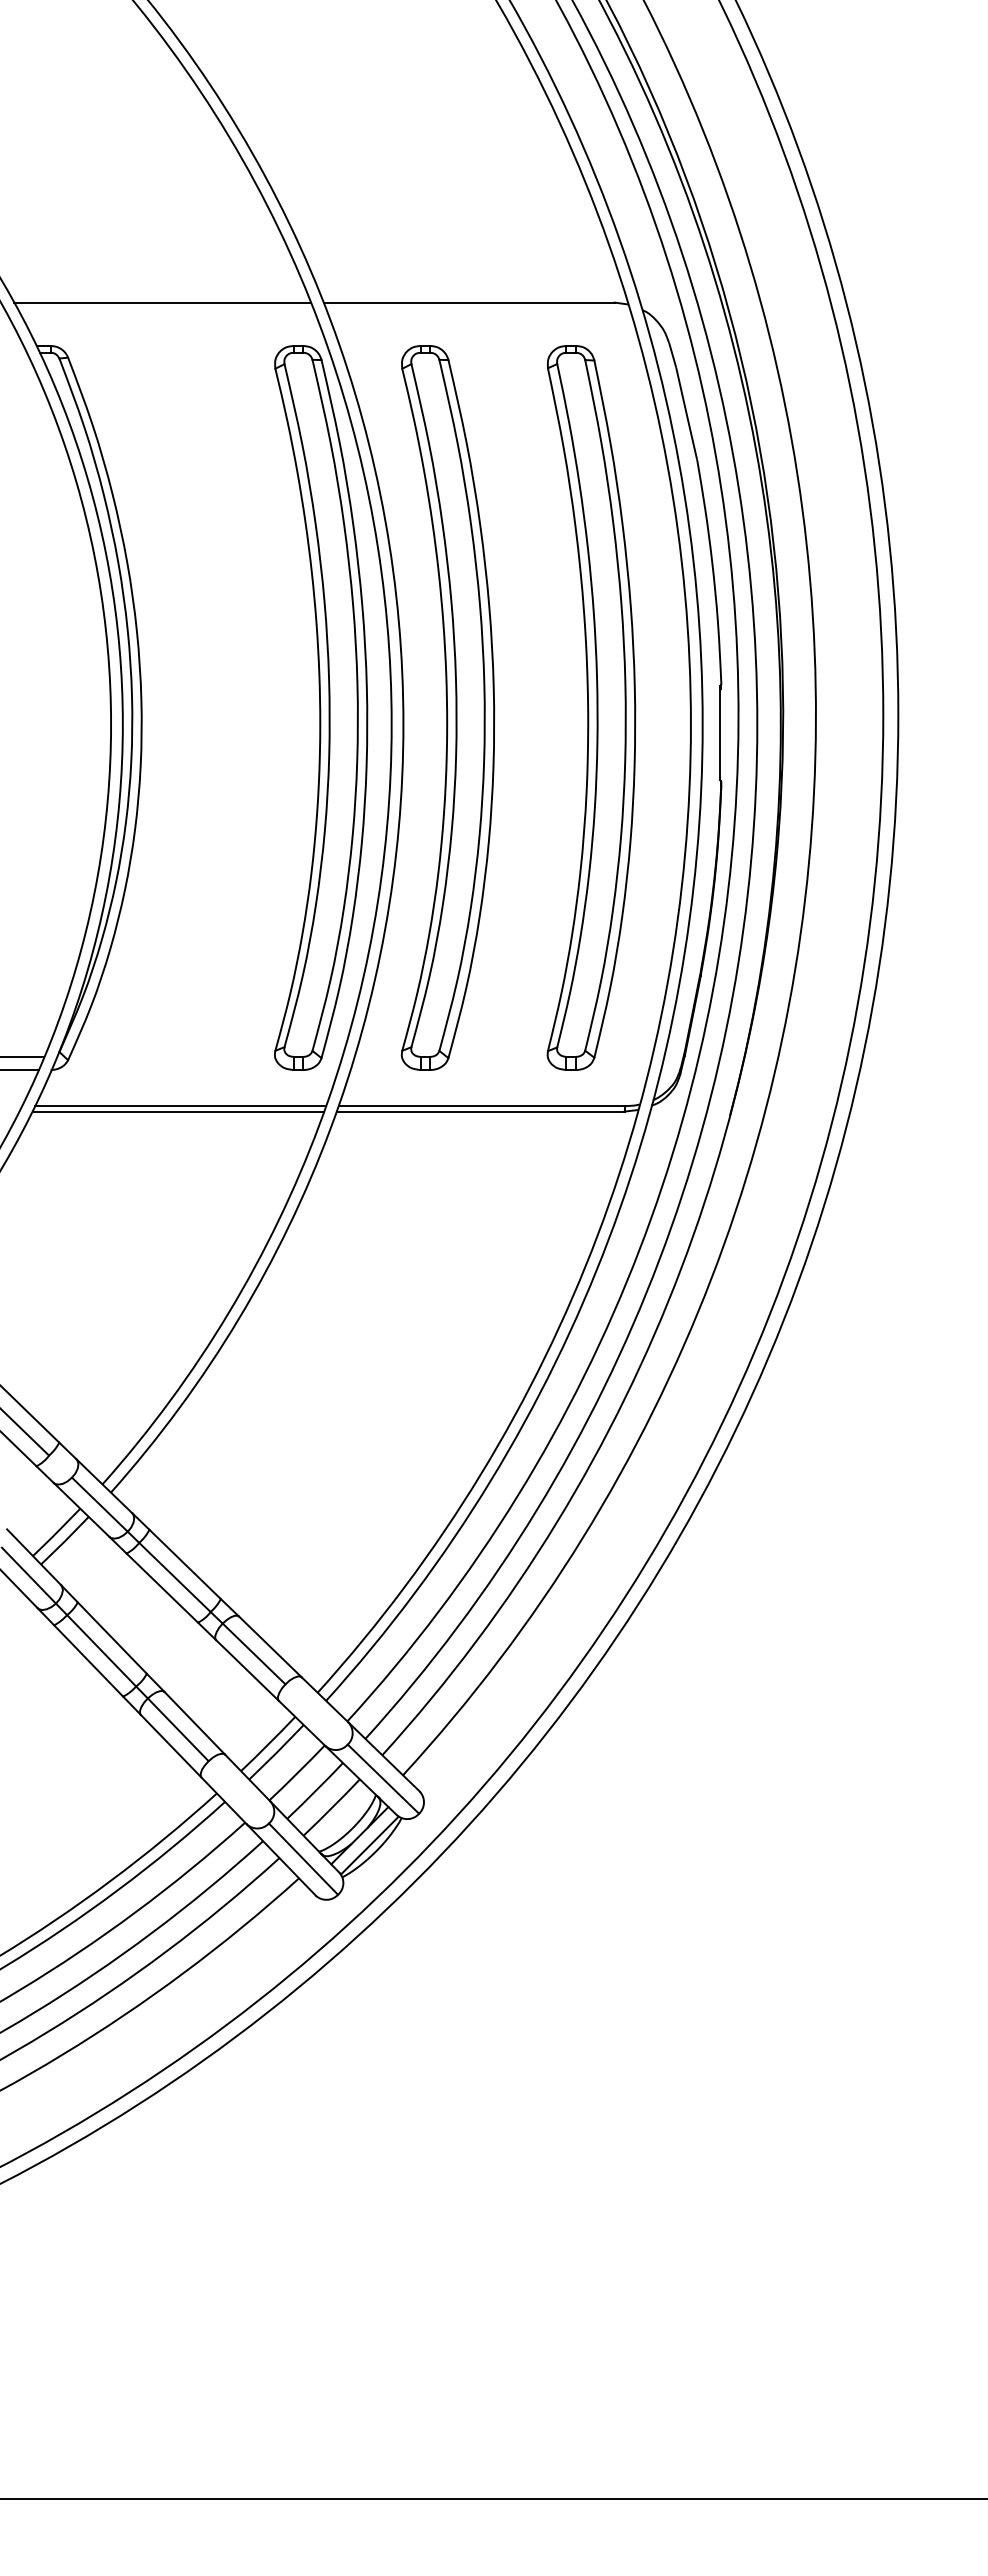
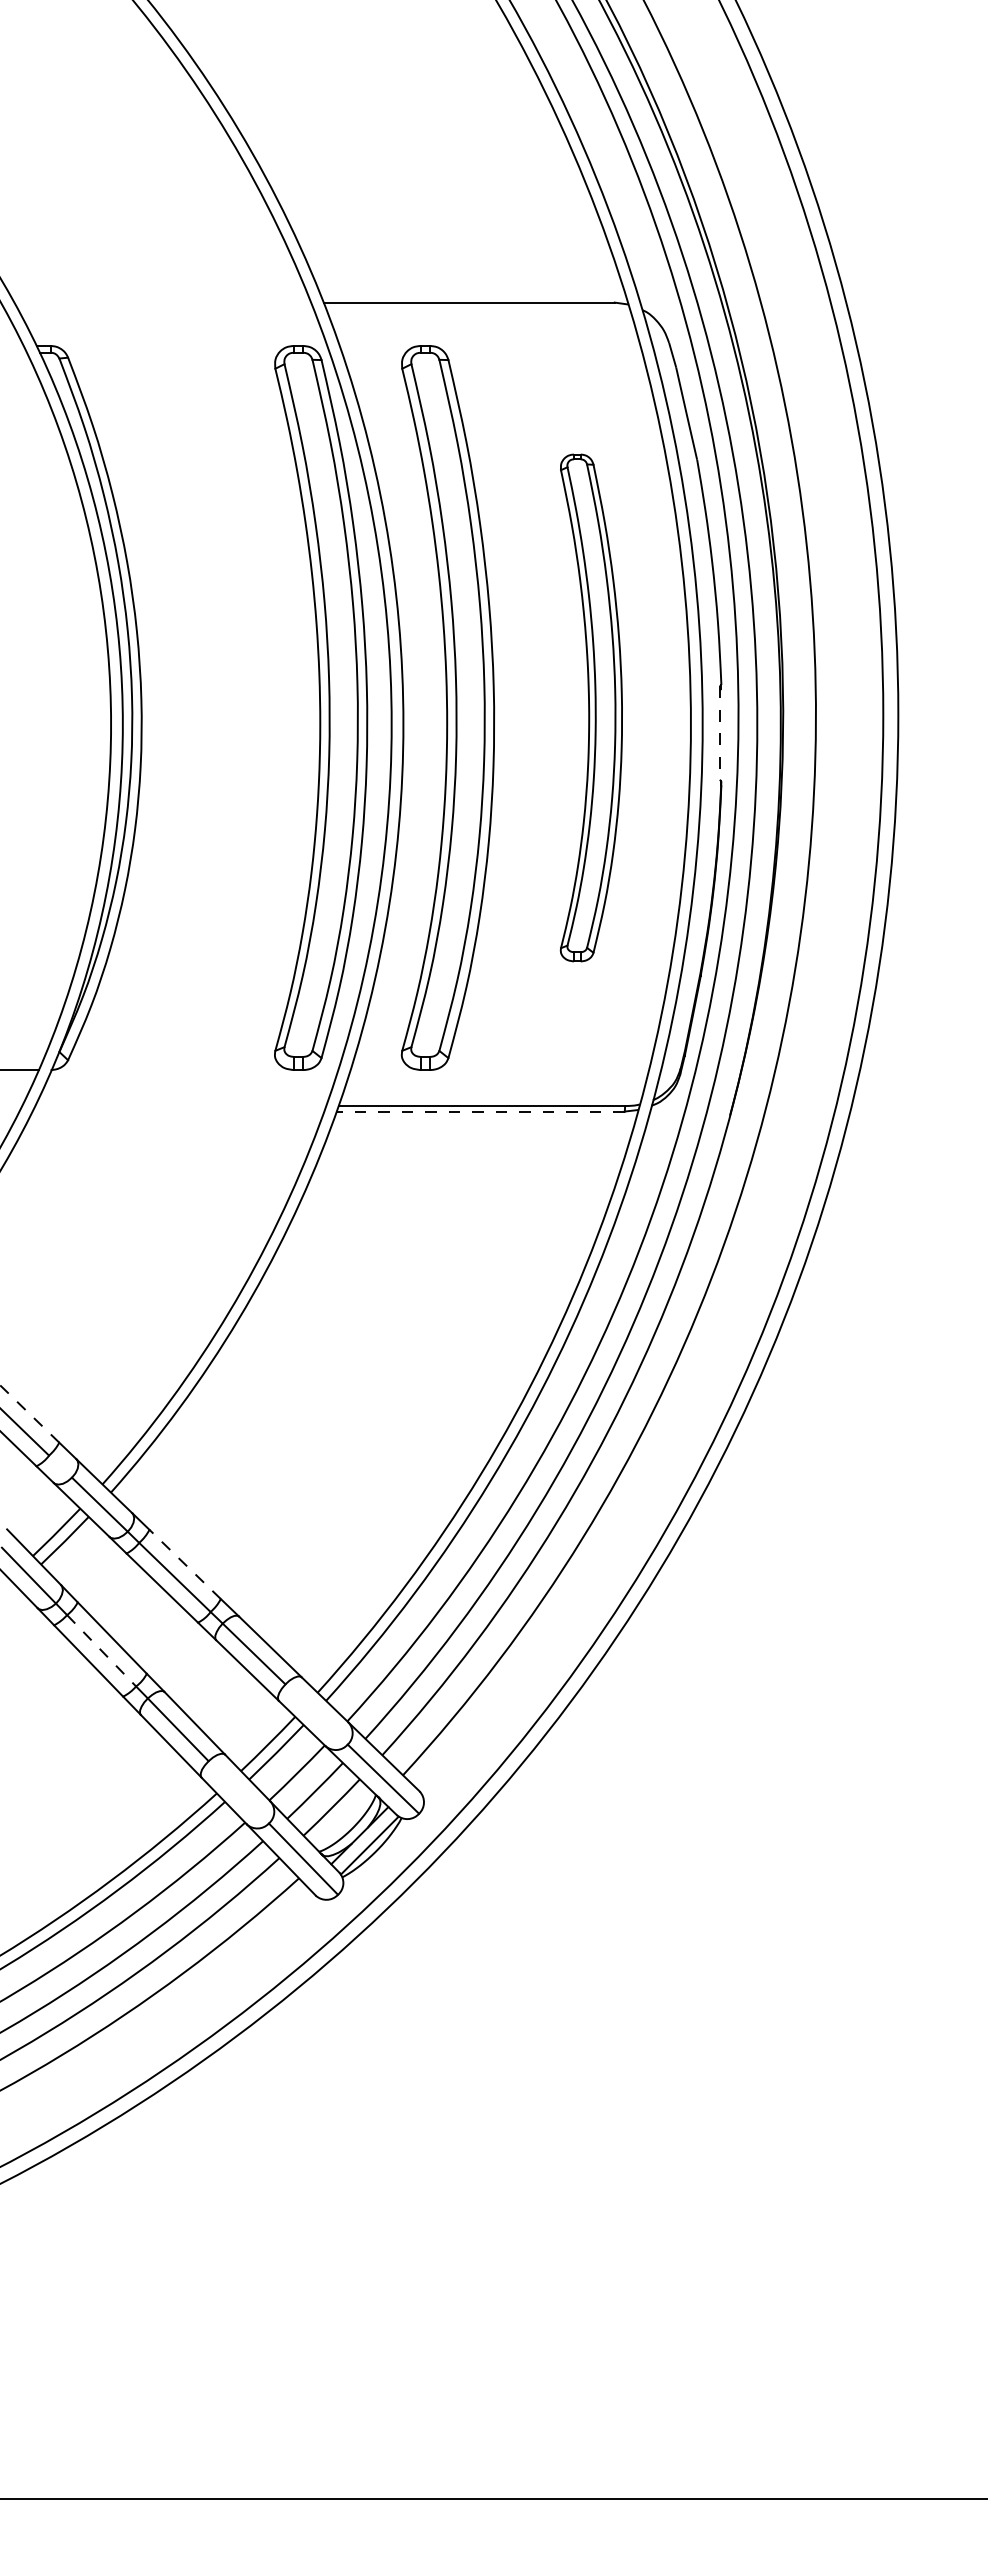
line at (162, 302): present -> none
part at (591, 707) size: 91x726 px -> 64x510 px
line at (719, 733): solid -> dashed
line at (23, 1056): present -> none
line at (180, 1106): present -> none
line at (178, 1111): present -> none
line at (480, 1111): solid -> dashed
line at (29, 1414): solid -> dashed
line at (185, 1564): solid -> dashed
line at (101, 1650): solid -> dashed
